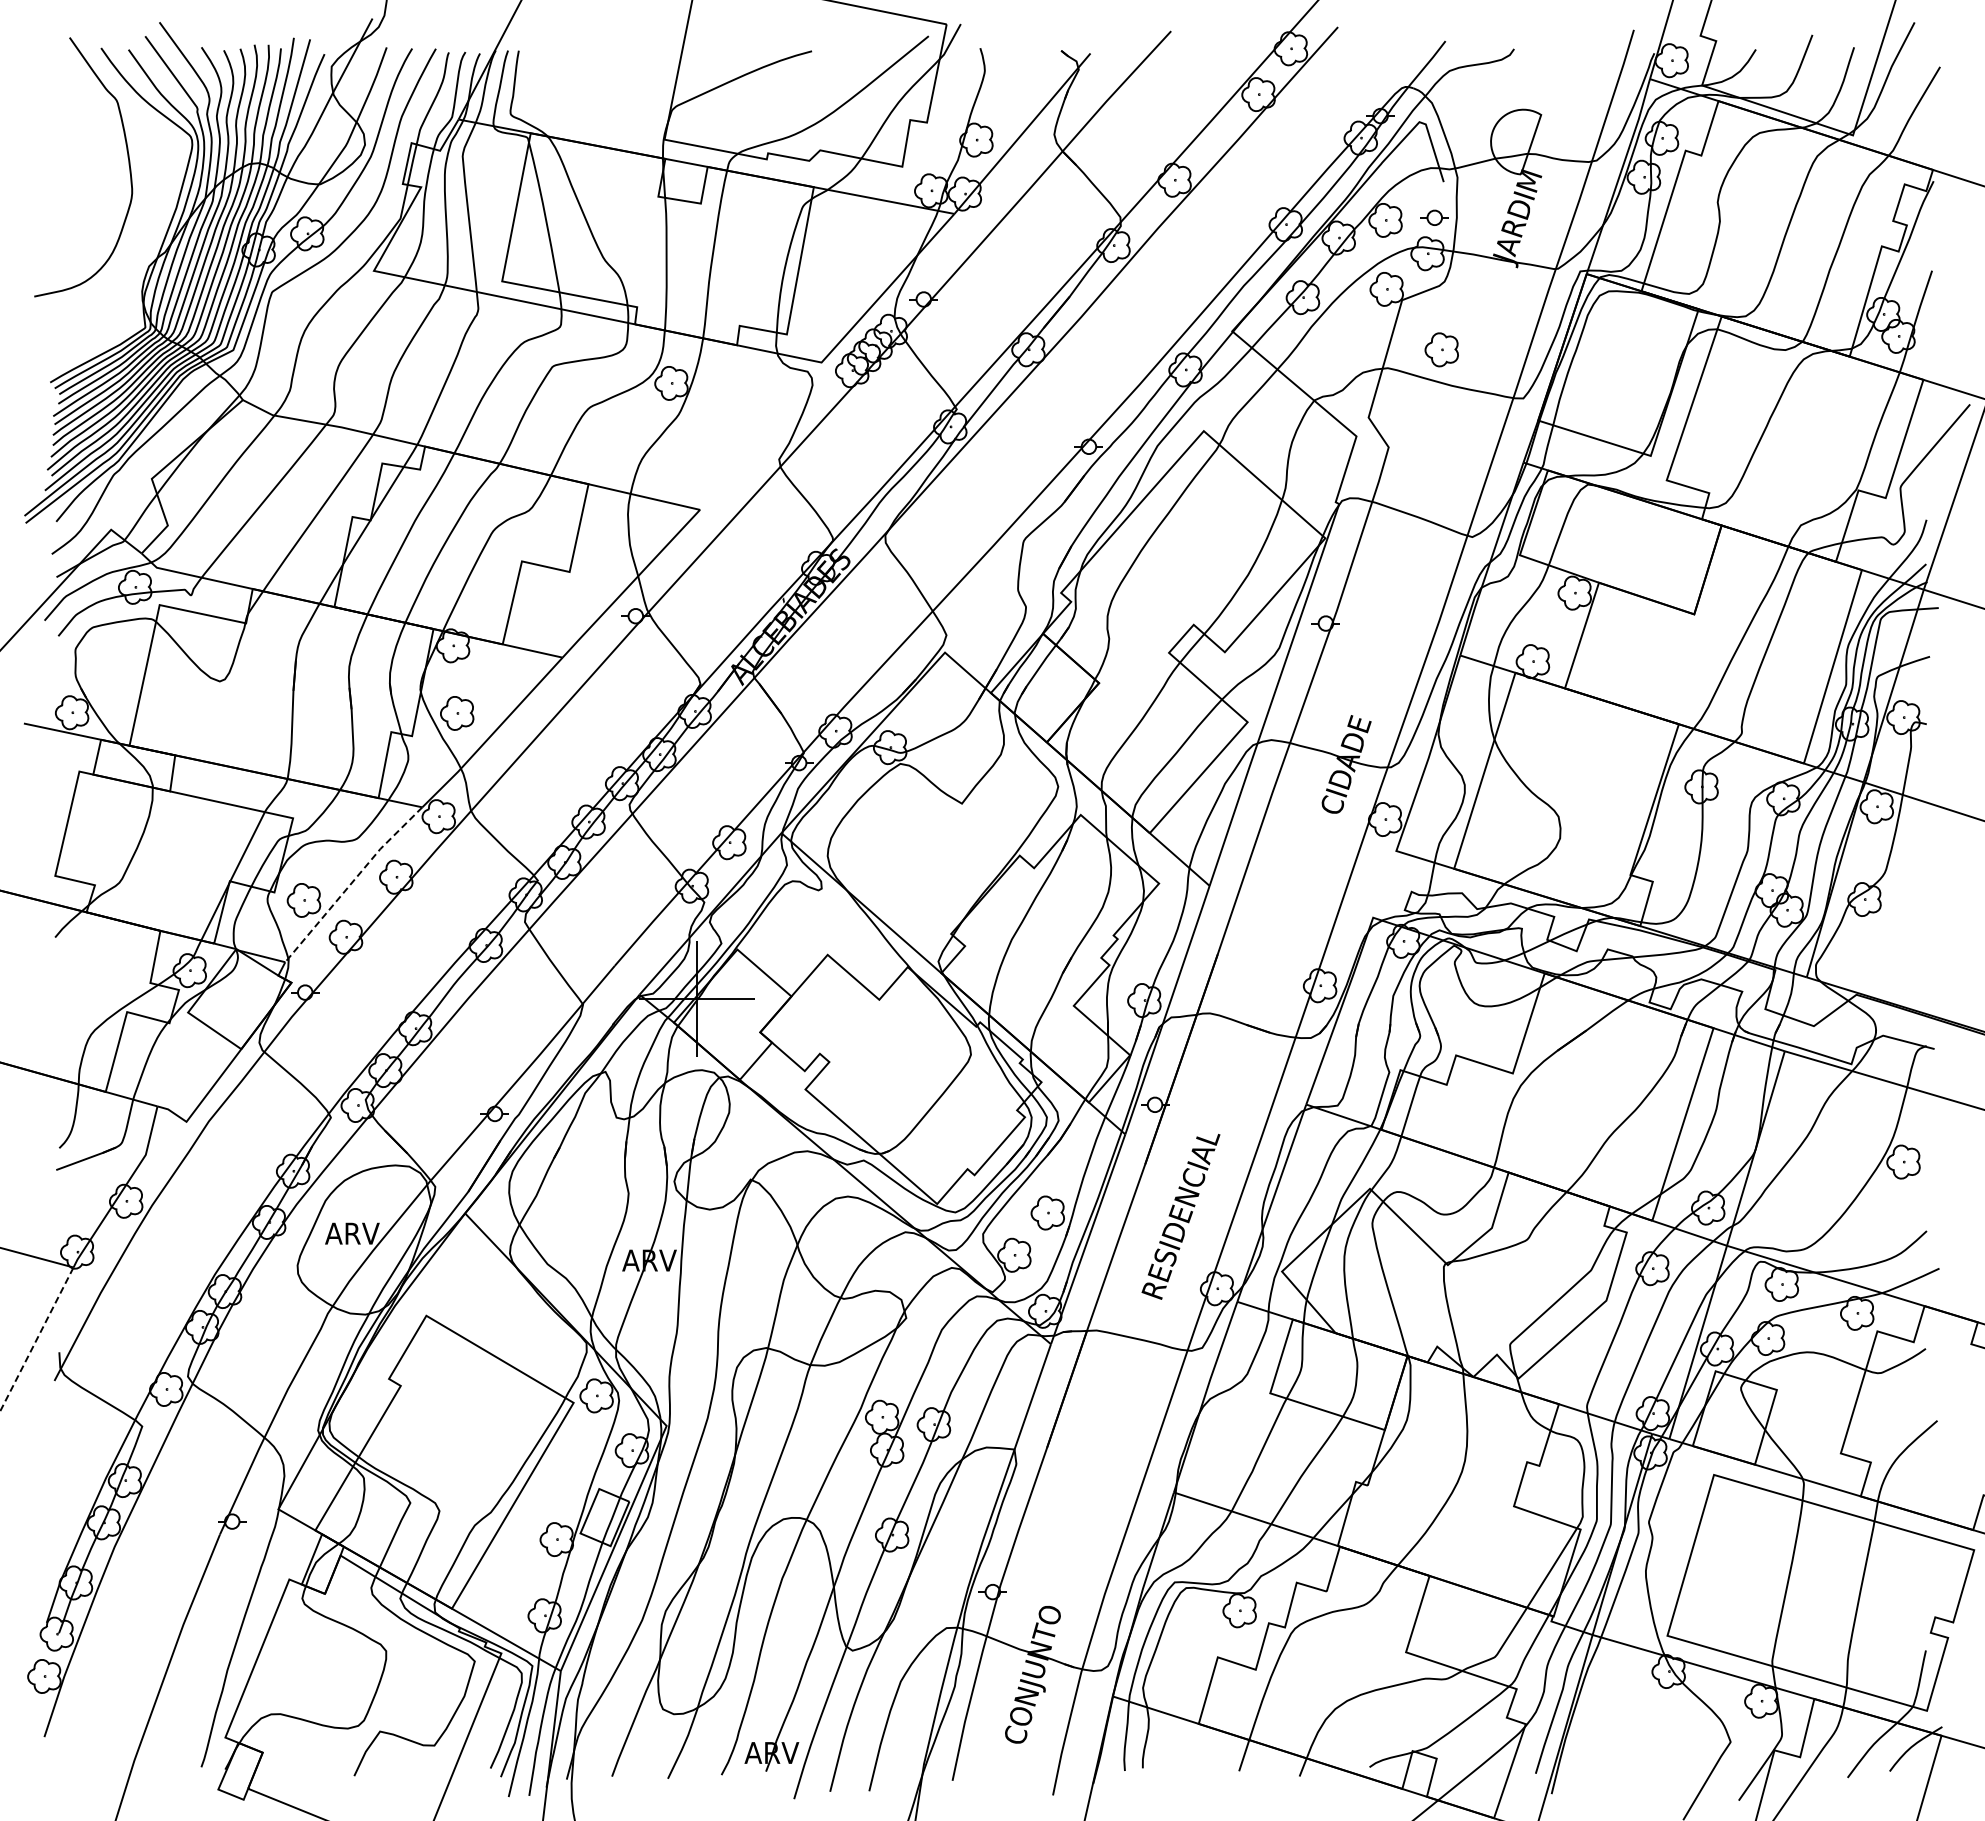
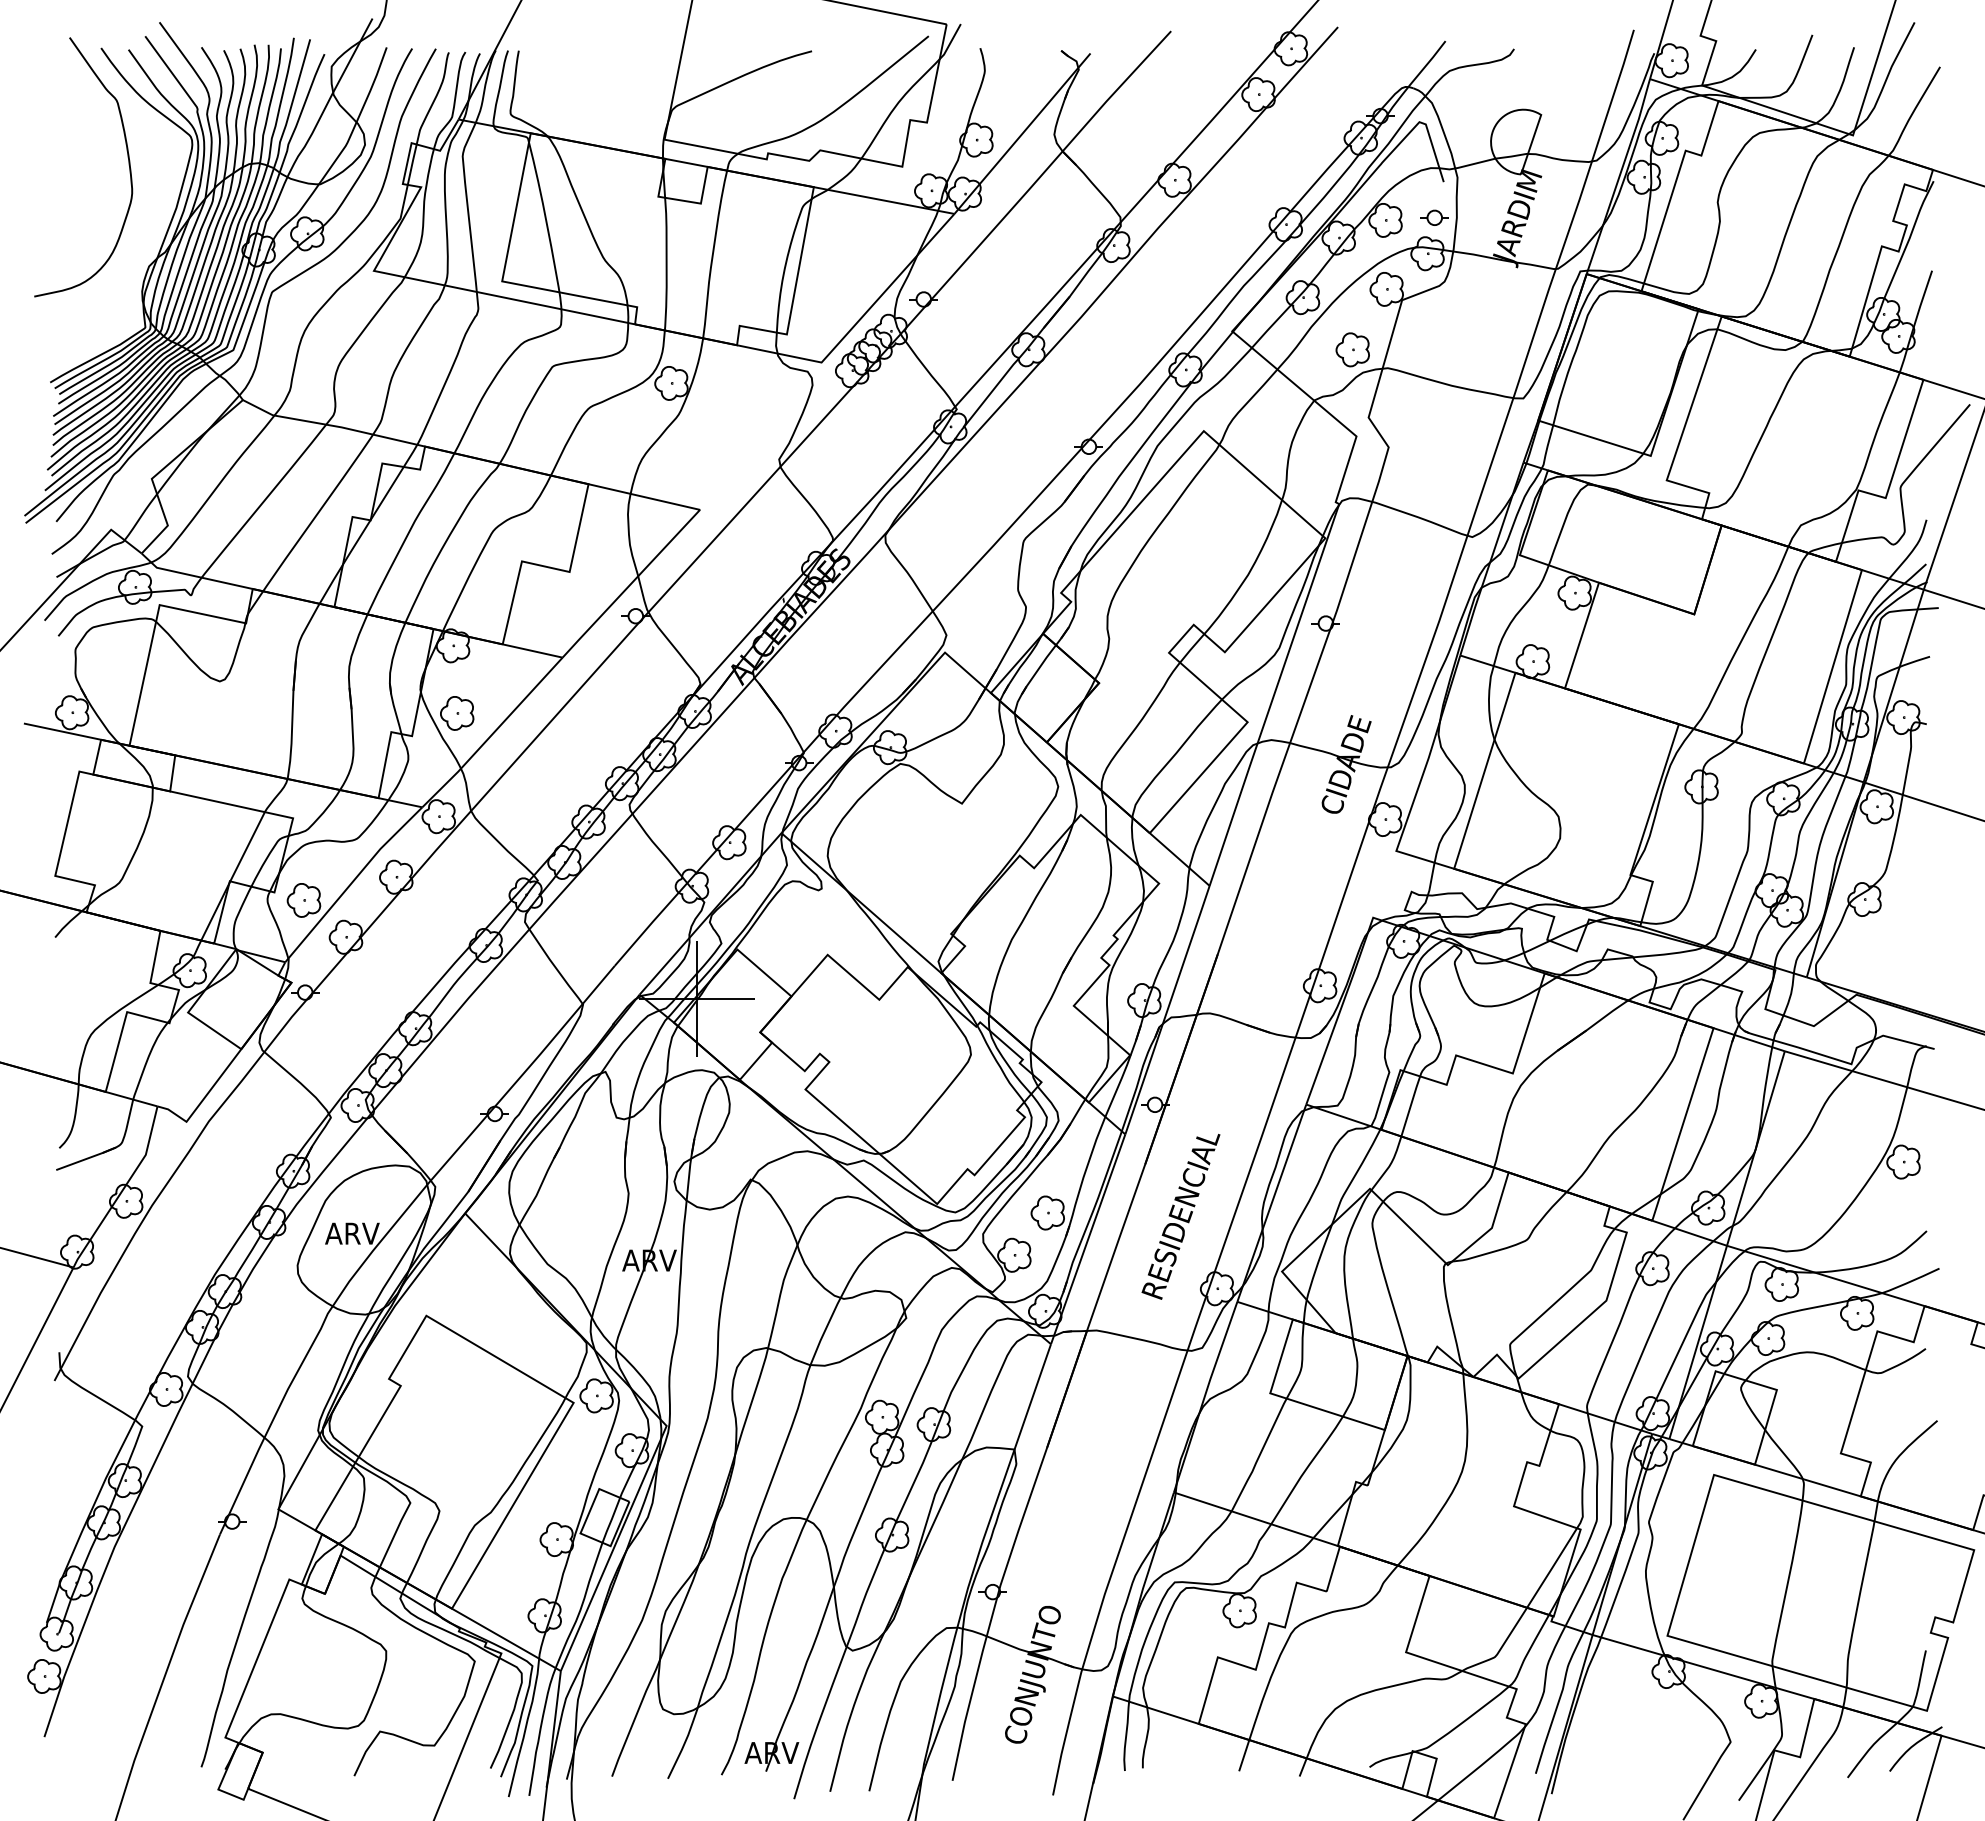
part at (1441, 349) position: (1441, 349) -> (1352, 349)
line at (352, 882): dashed -> solid
line at (36, 1339): dashed -> solid
